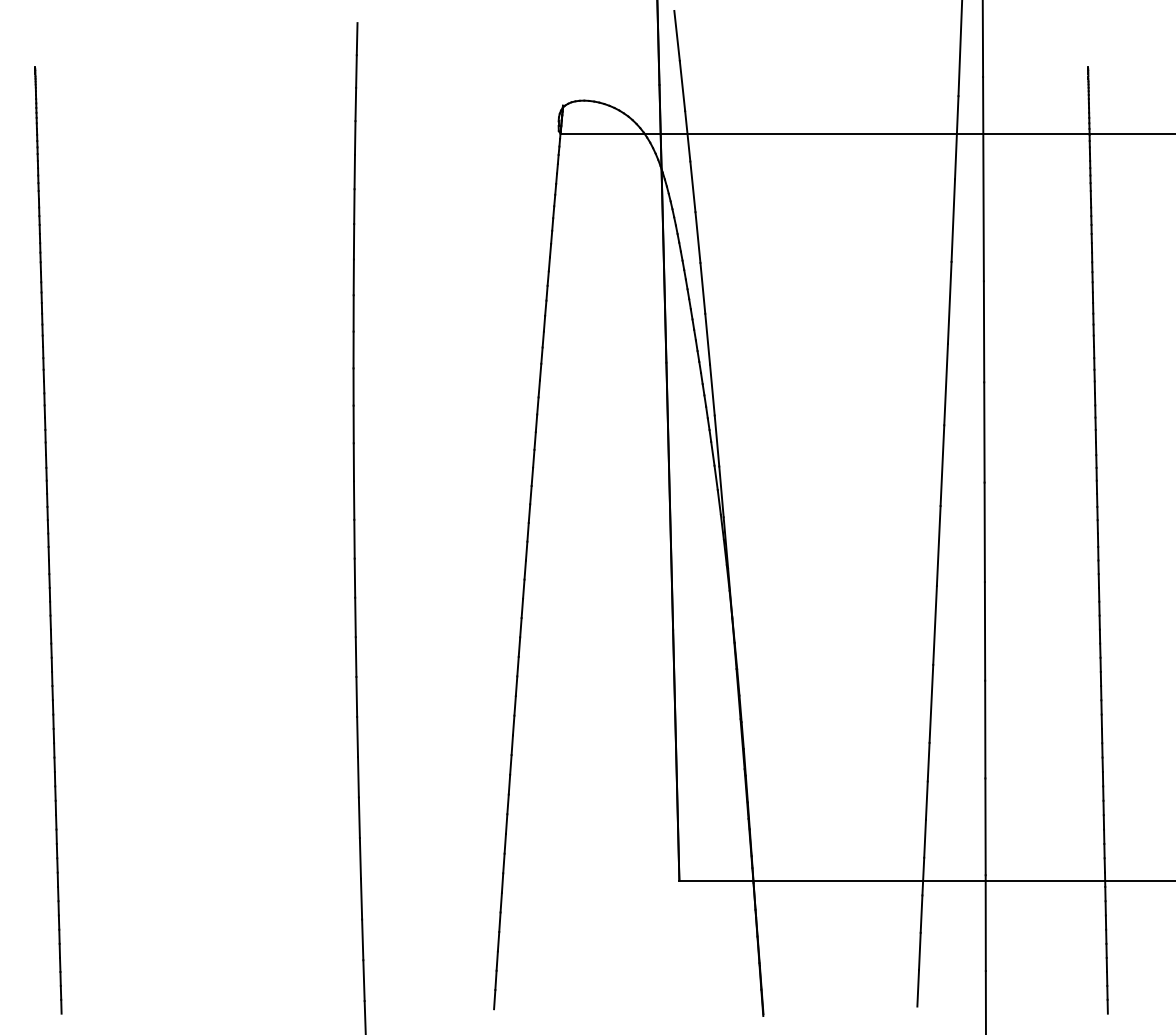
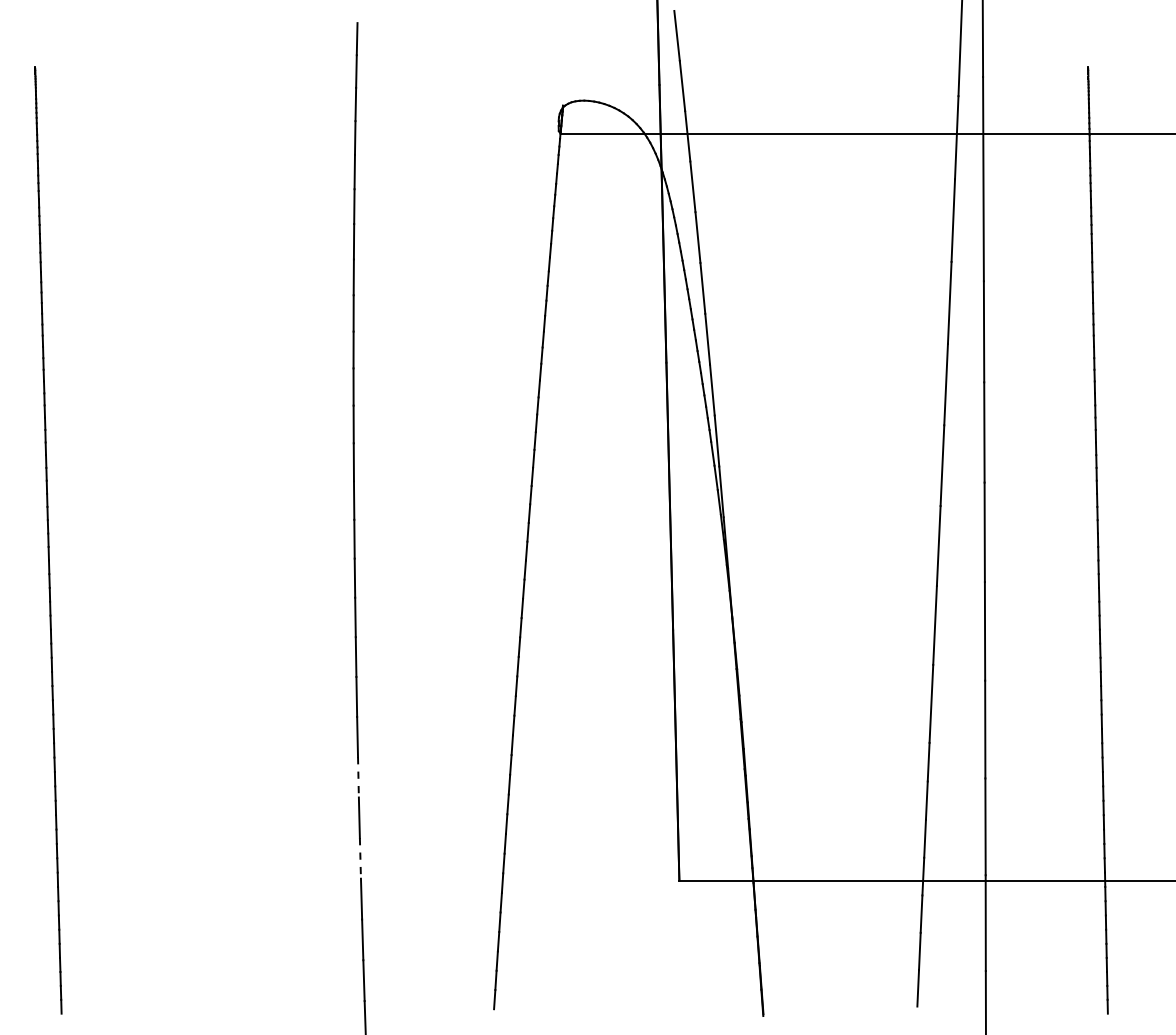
line at (358, 777): solid -> dashed
line at (360, 858): solid -> dashed
